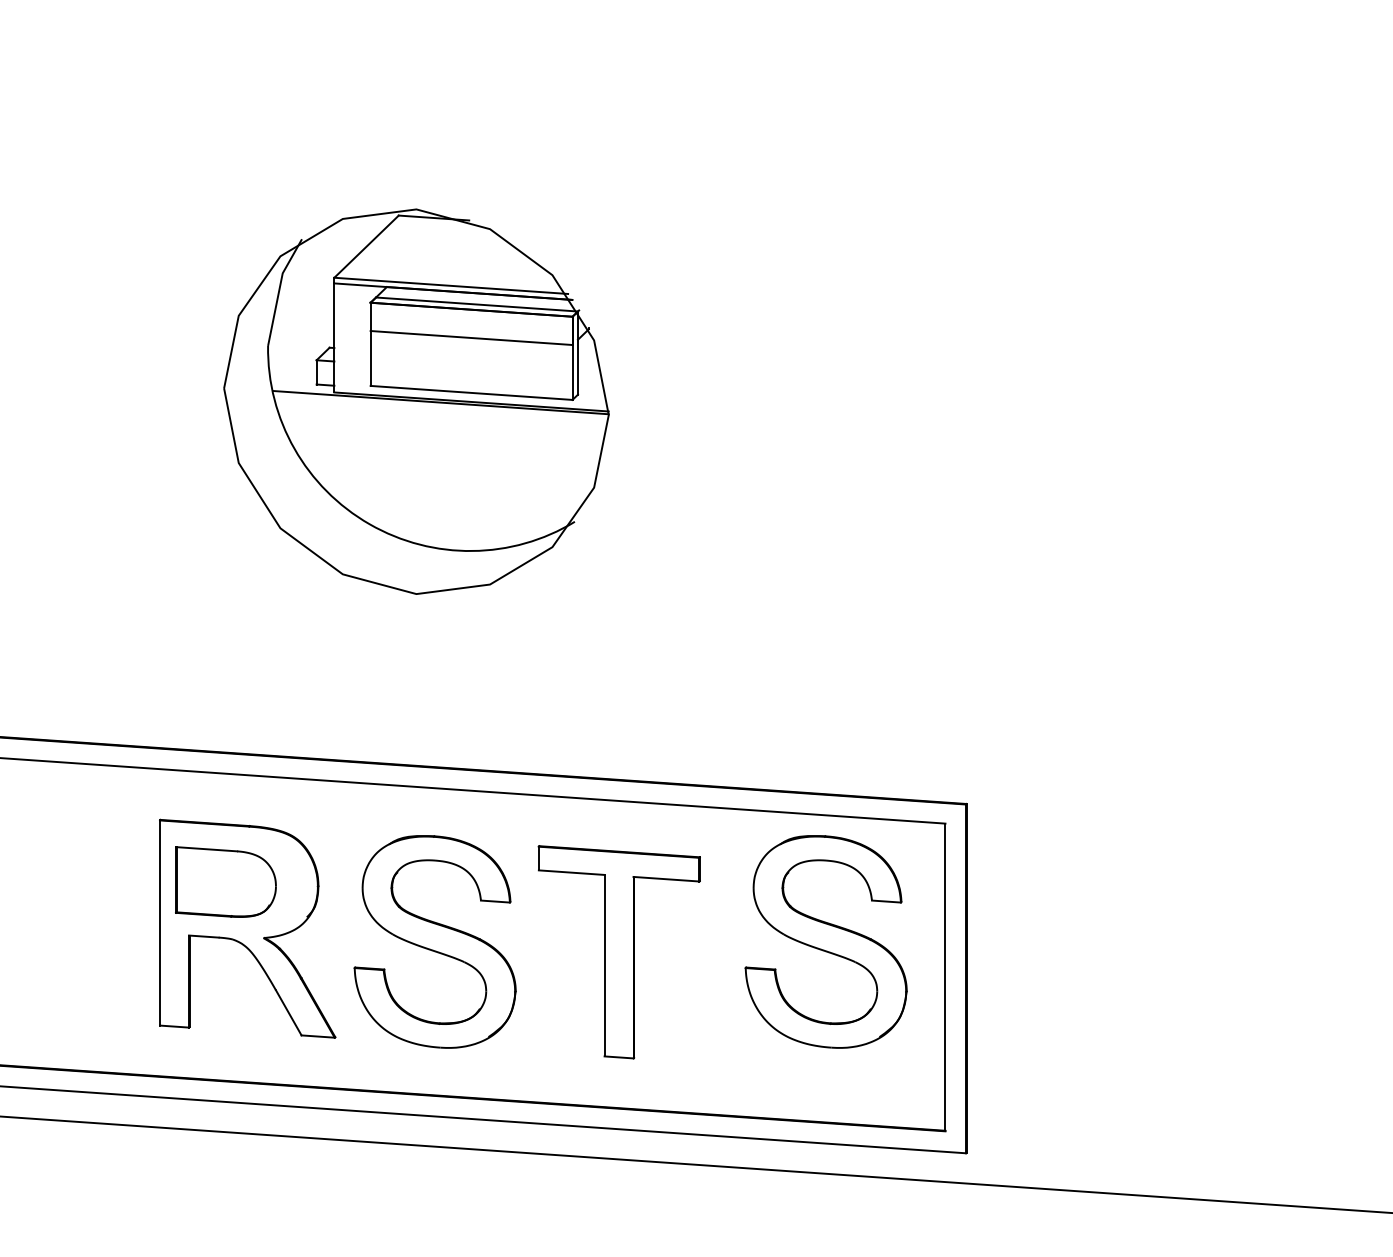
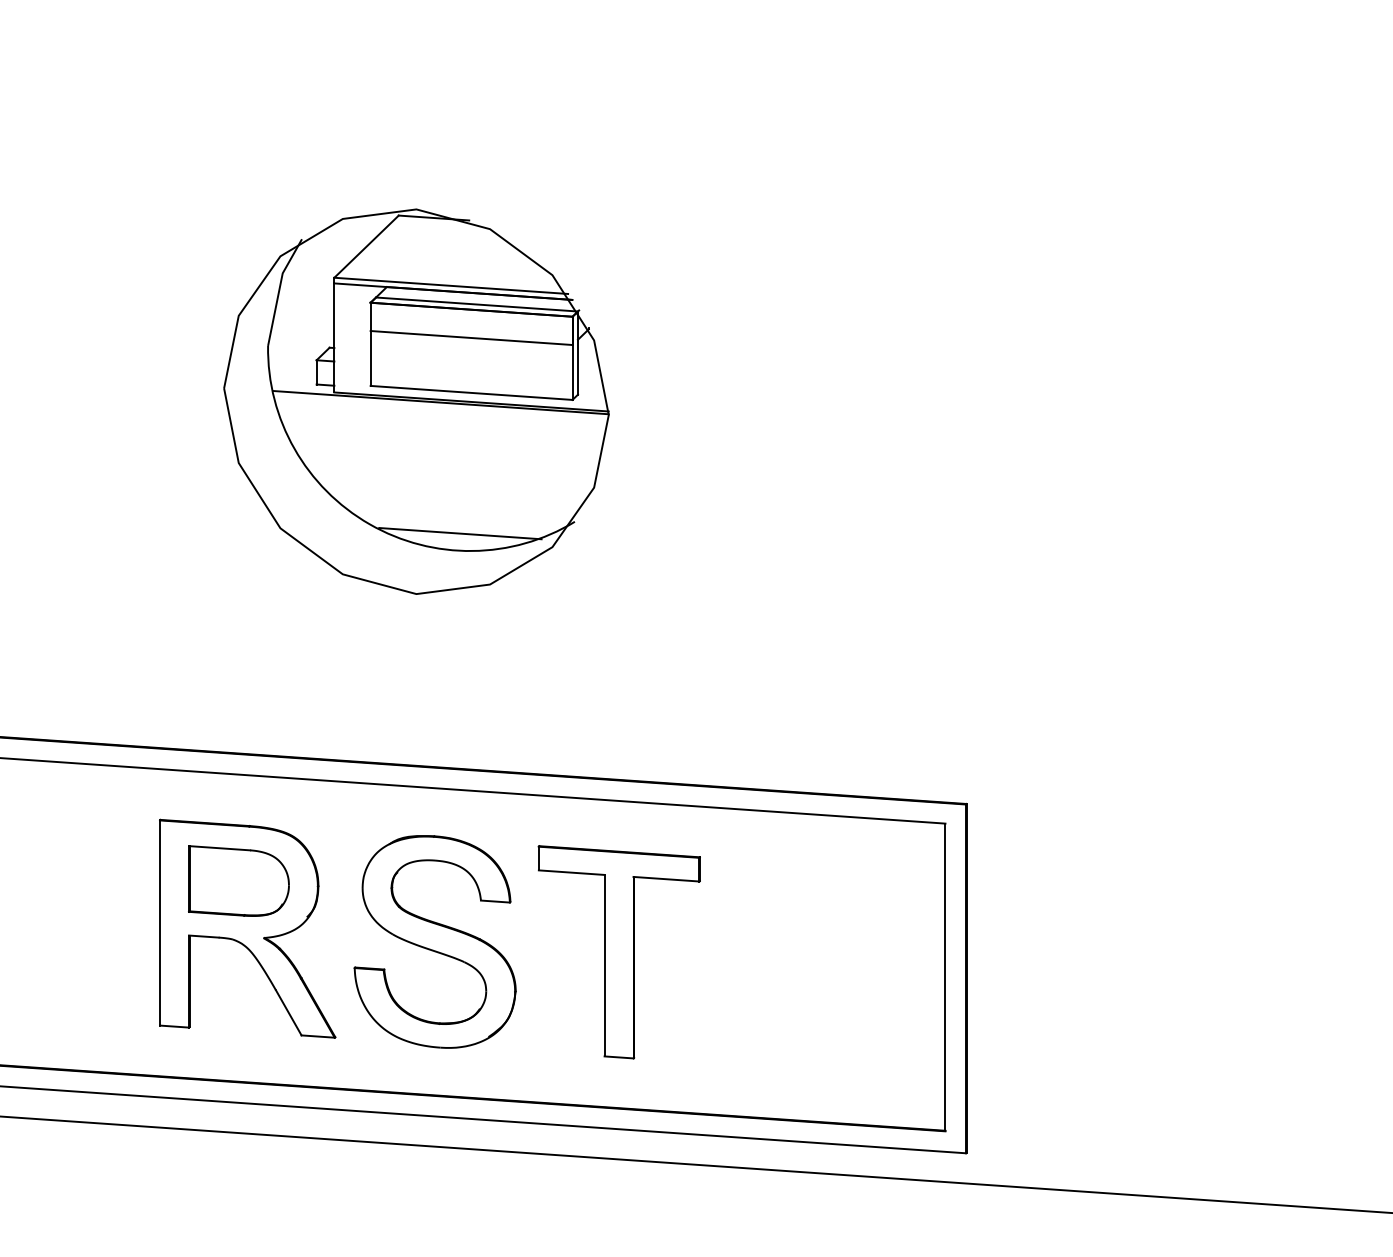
line at (460, 533): none -> present
part at (225, 881) position: (225, 881) -> (238, 880)
part at (825, 941): present -> none
